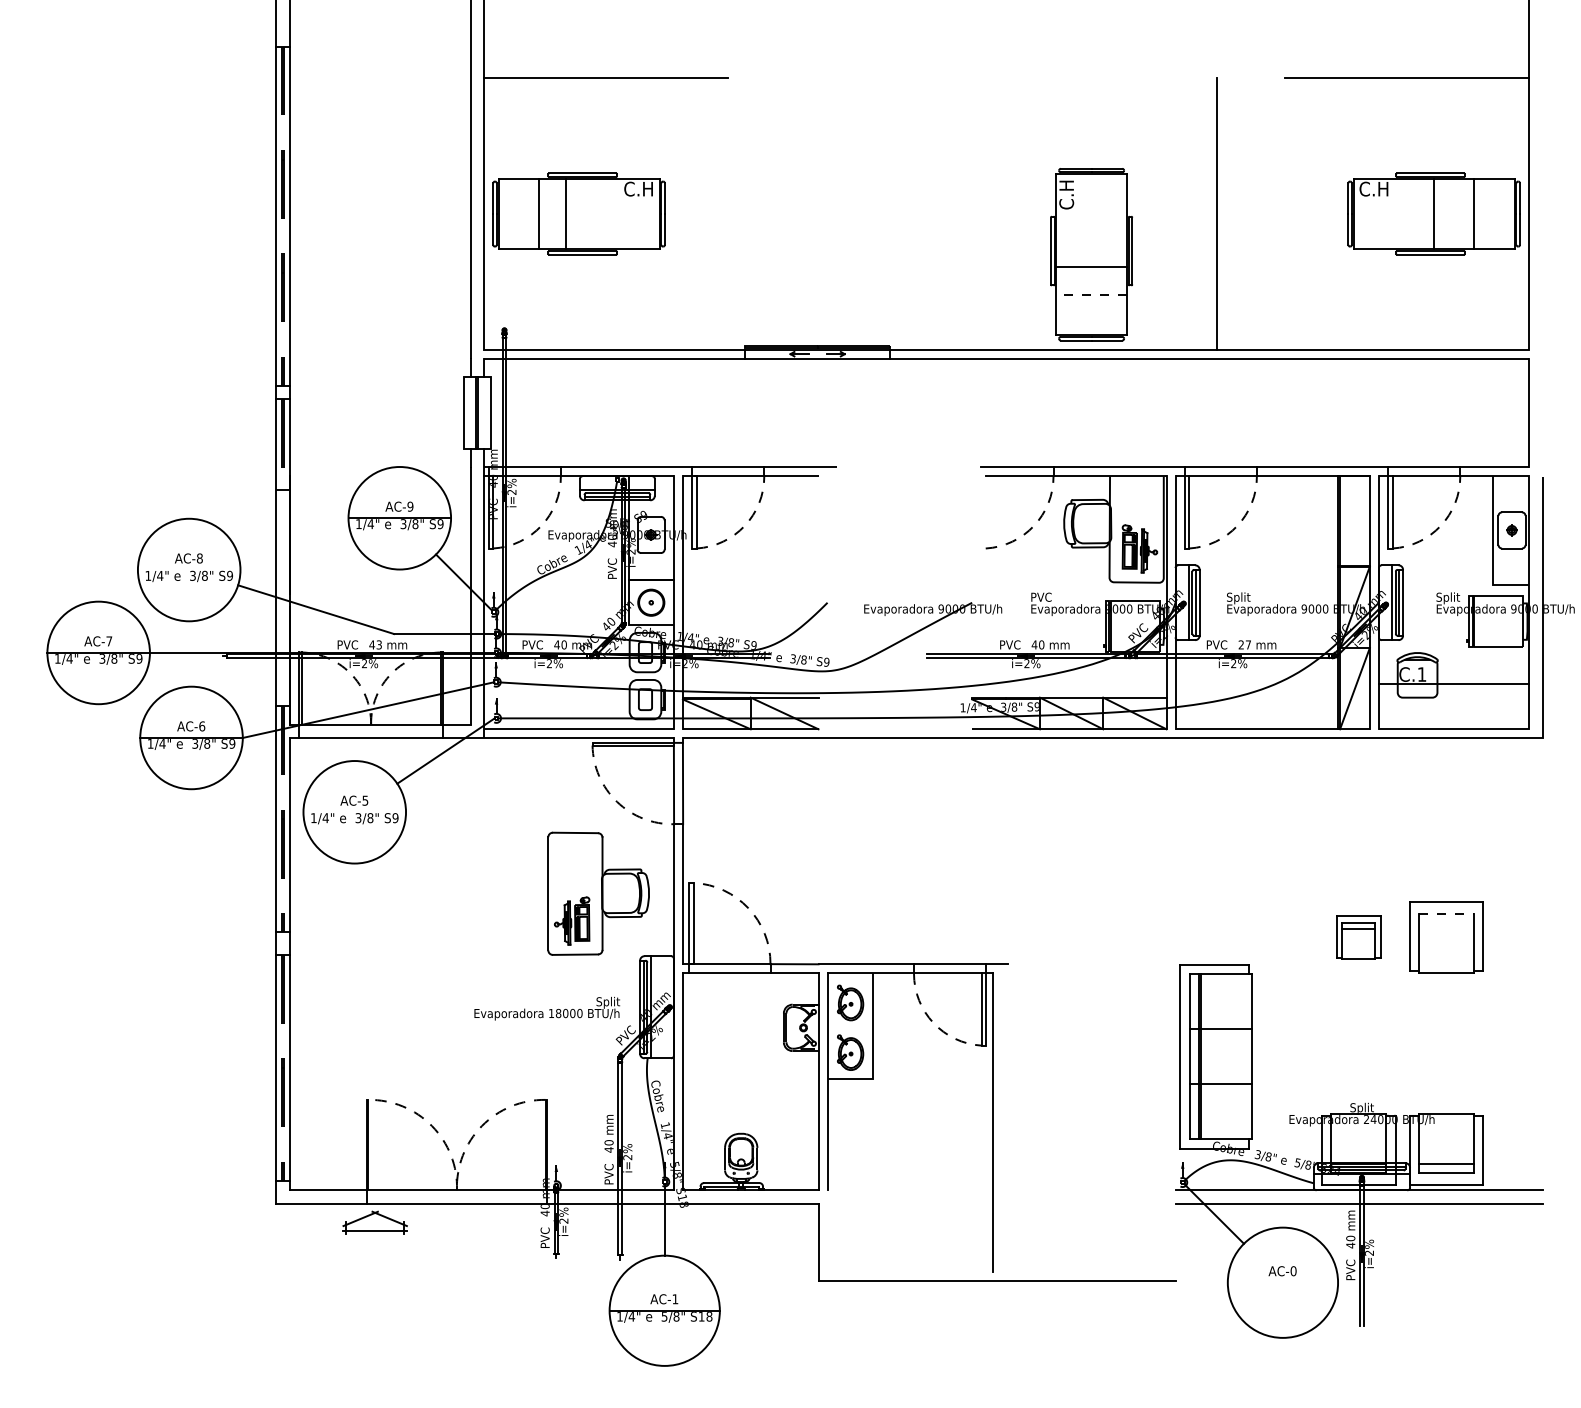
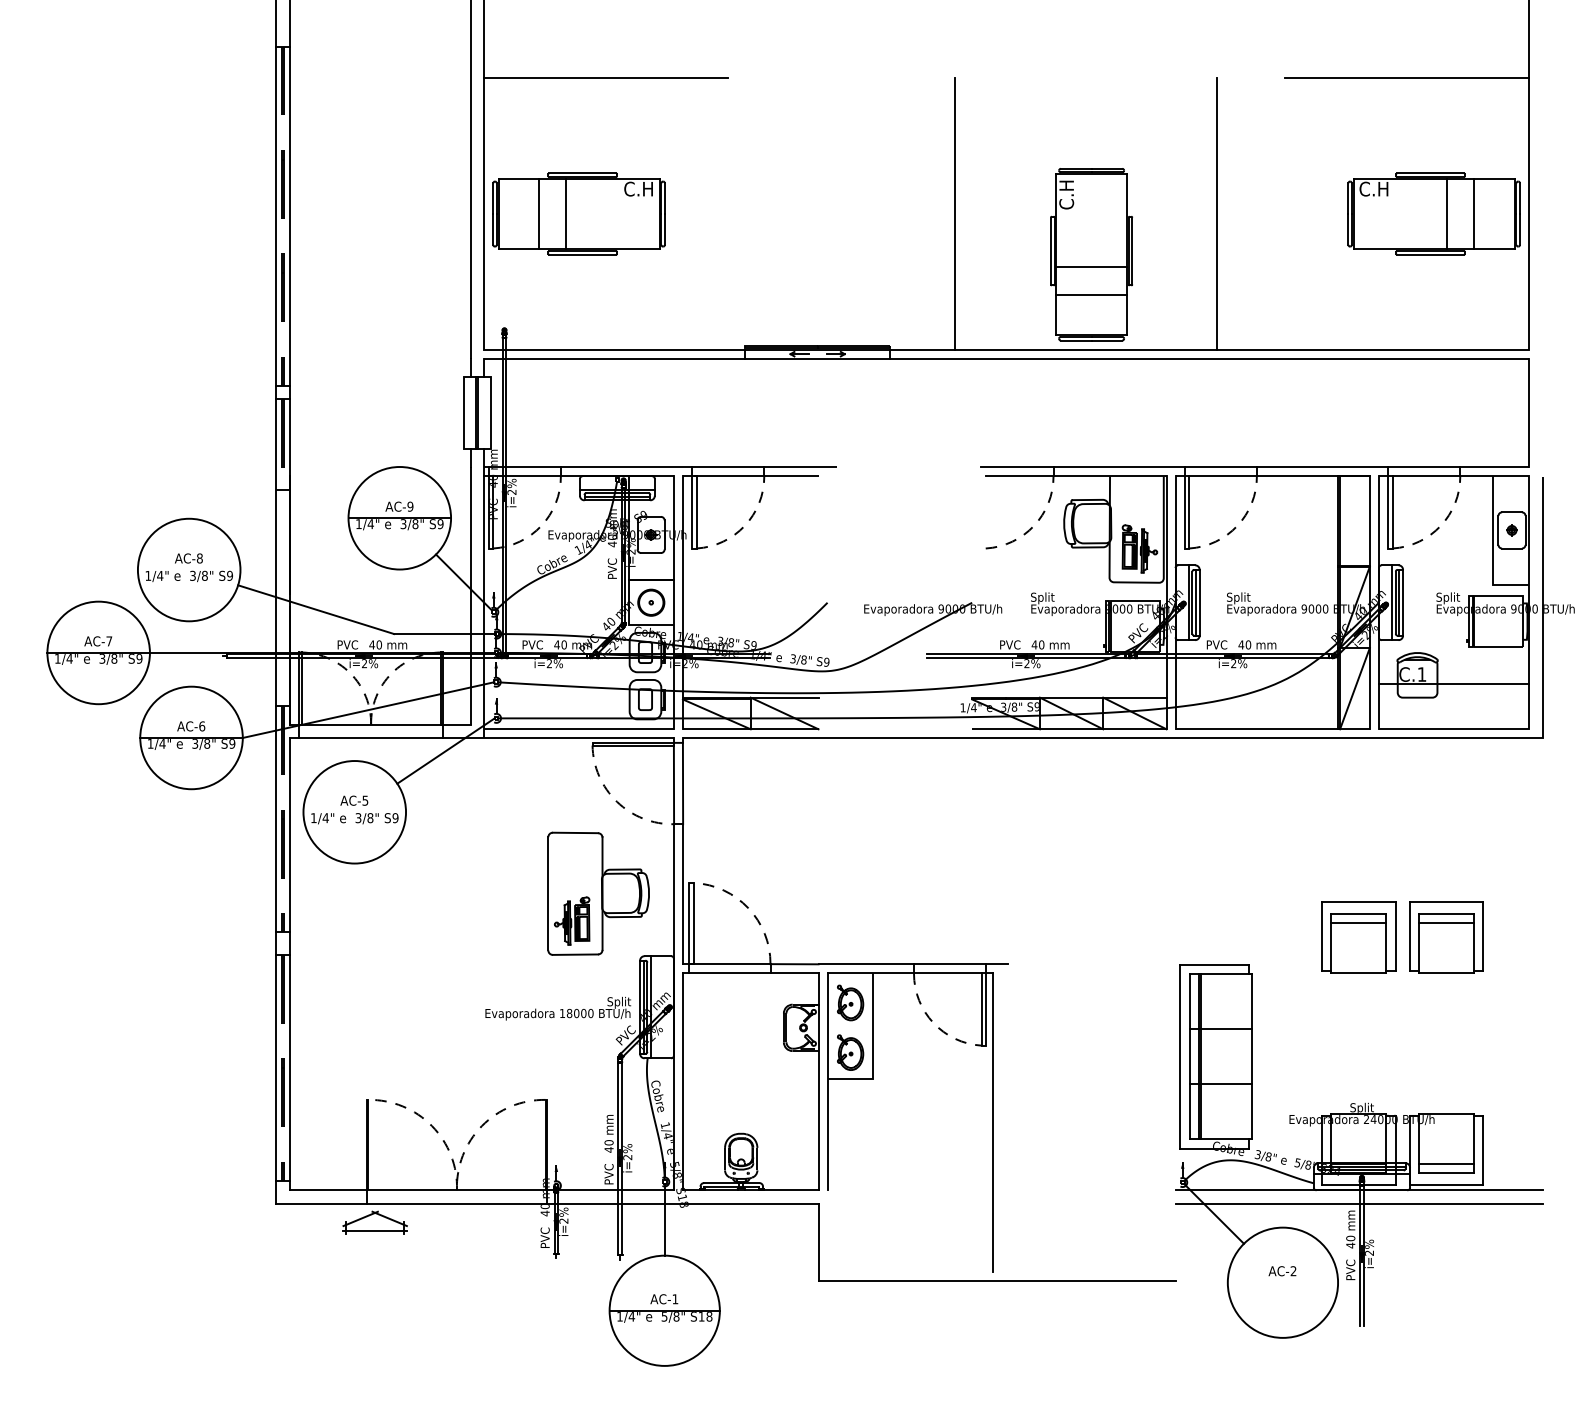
line at (955, 213): none -> present
line at (1433, 213) position: (1433, 213) -> (1446, 213)
line at (1091, 294): dashed -> solid
text at (1042, 598): PVC -> Split
text at (378, 644): 43 -> 40
text at (1244, 644): 27 -> 40
line at (1446, 913): dashed -> solid
line at (1445, 922): none -> present
part at (1358, 937) size: 46x45 px -> 76x73 px
text at (547, 1008) position: (547, 1008) -> (558, 1008)
text at (1293, 1271): AC-0 -> AC-2
